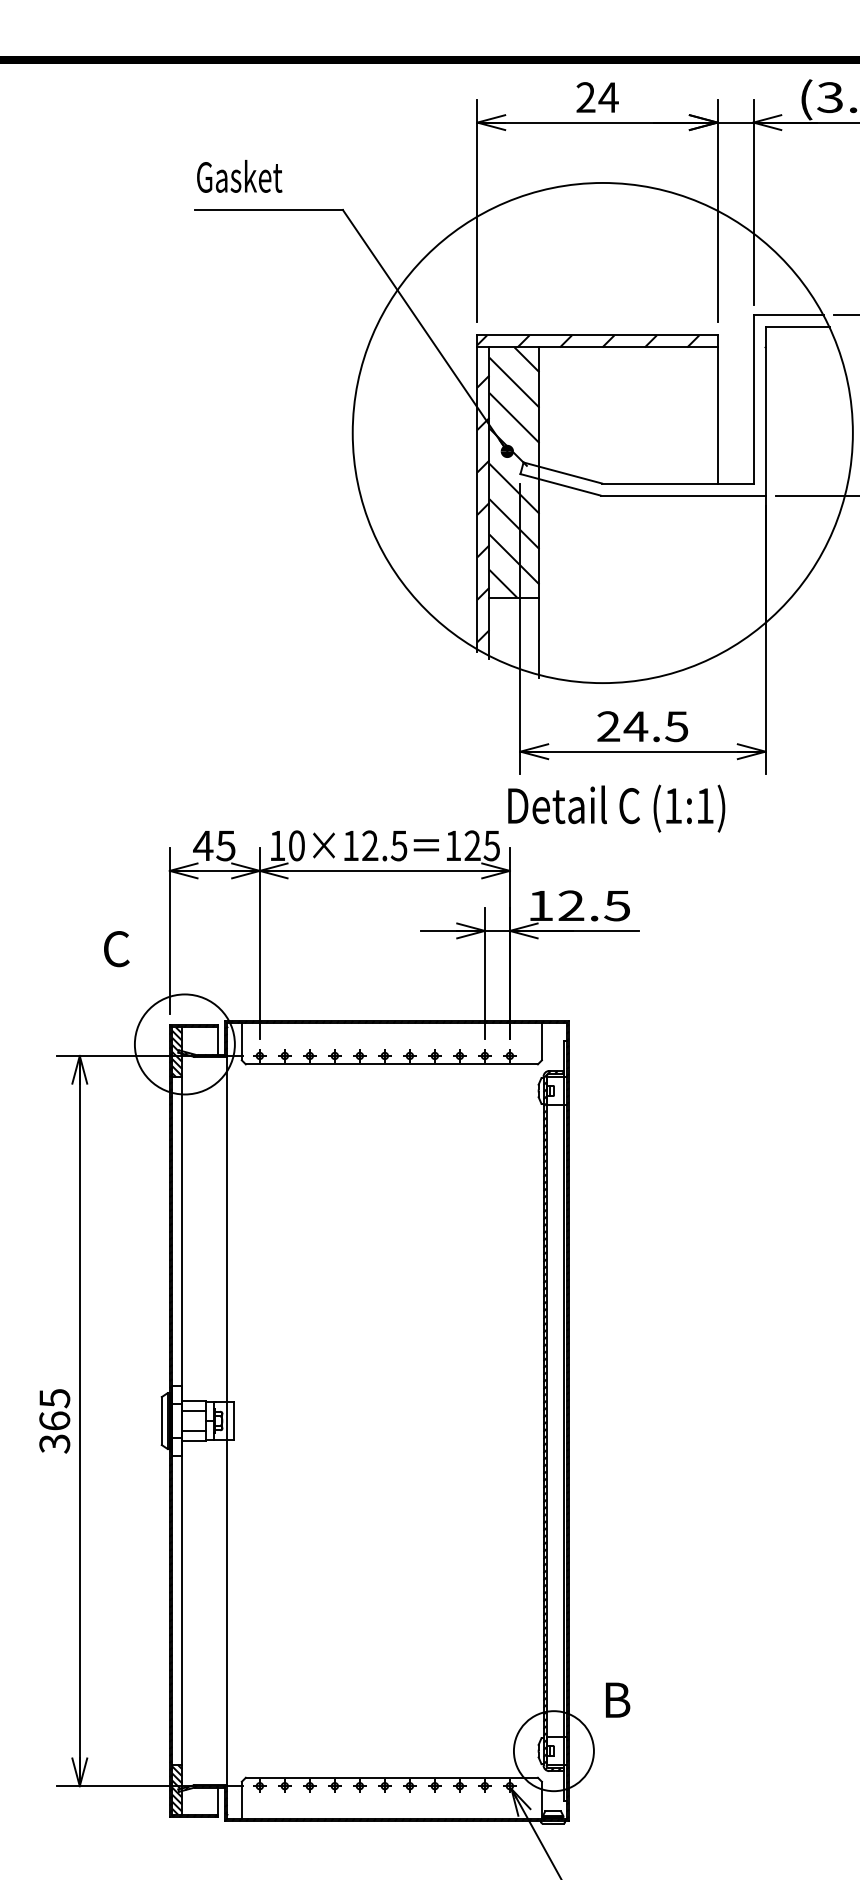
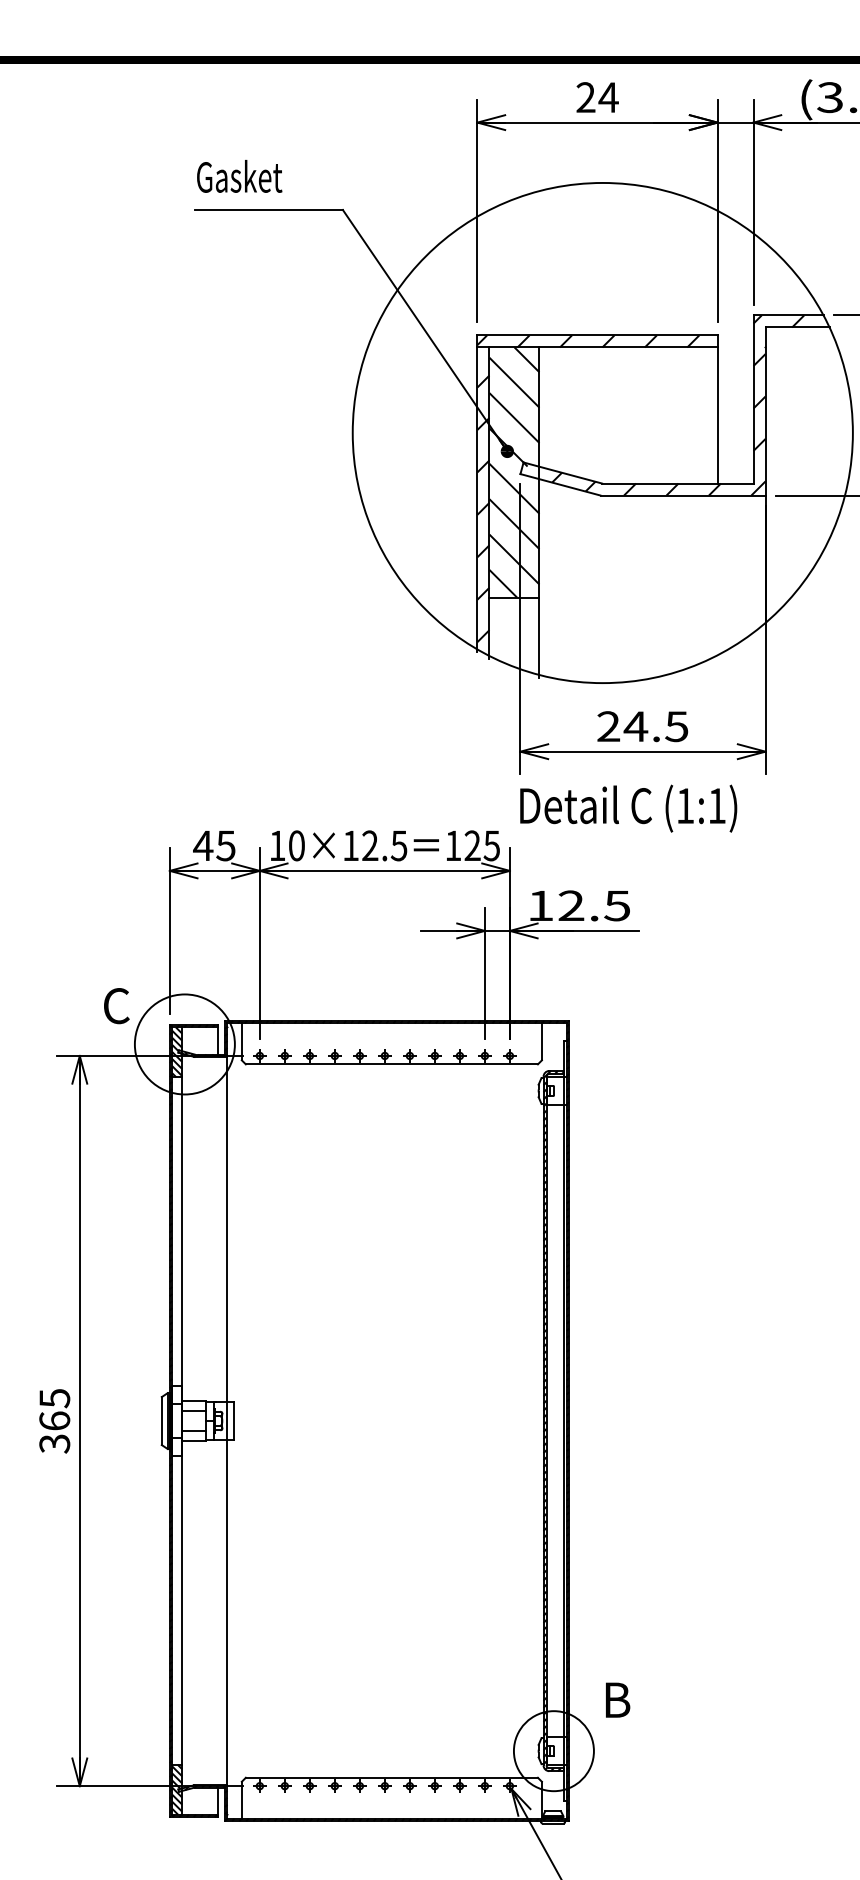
hatch at (678, 405): none -> present
text at (616, 808) position: (616, 808) -> (628, 808)
text at (116, 949) position: (116, 949) -> (116, 1006)
